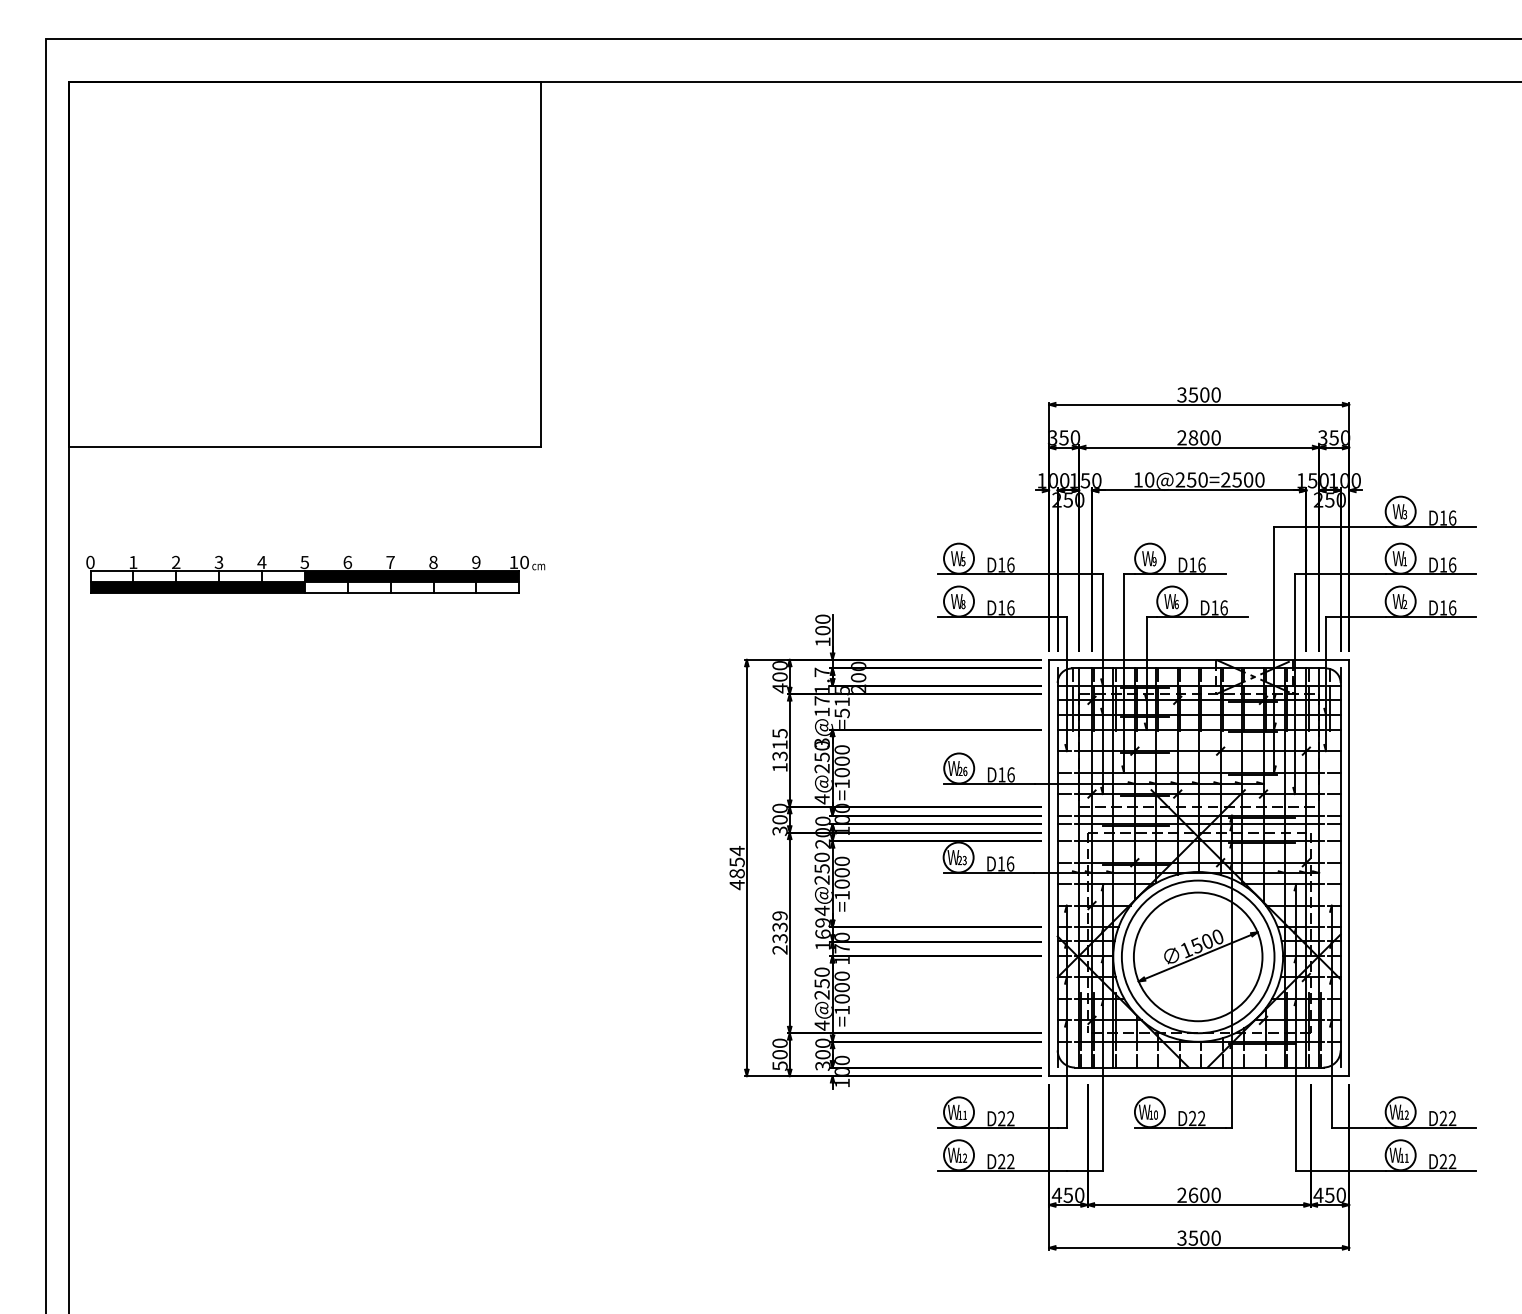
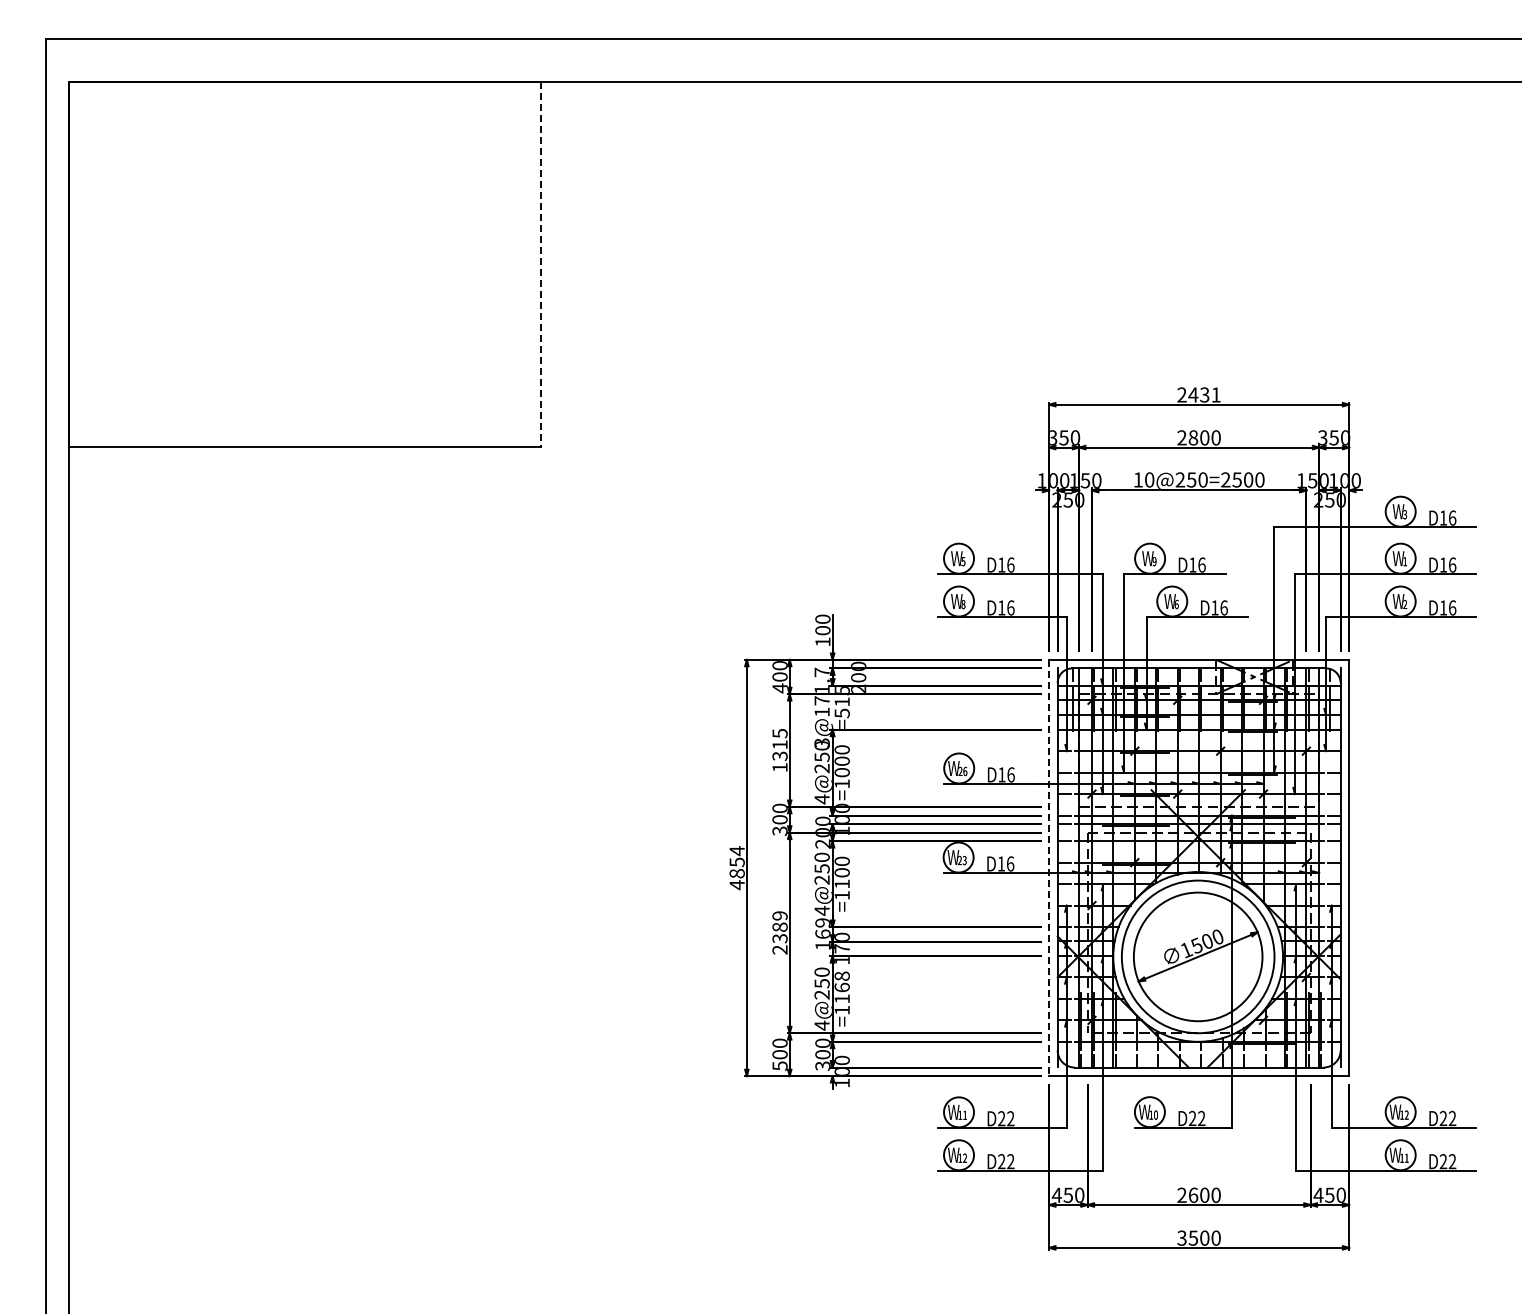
line at (540, 264): solid -> dashed
text at (1198, 394): 3500 -> 2431
part at (315, 574): present -> none
line at (1049, 868): solid -> dashed
text at (841, 883): =1000 -> =1100
text at (779, 927): 2339 -> 2389
text at (841, 987): =1000 -> =1168
